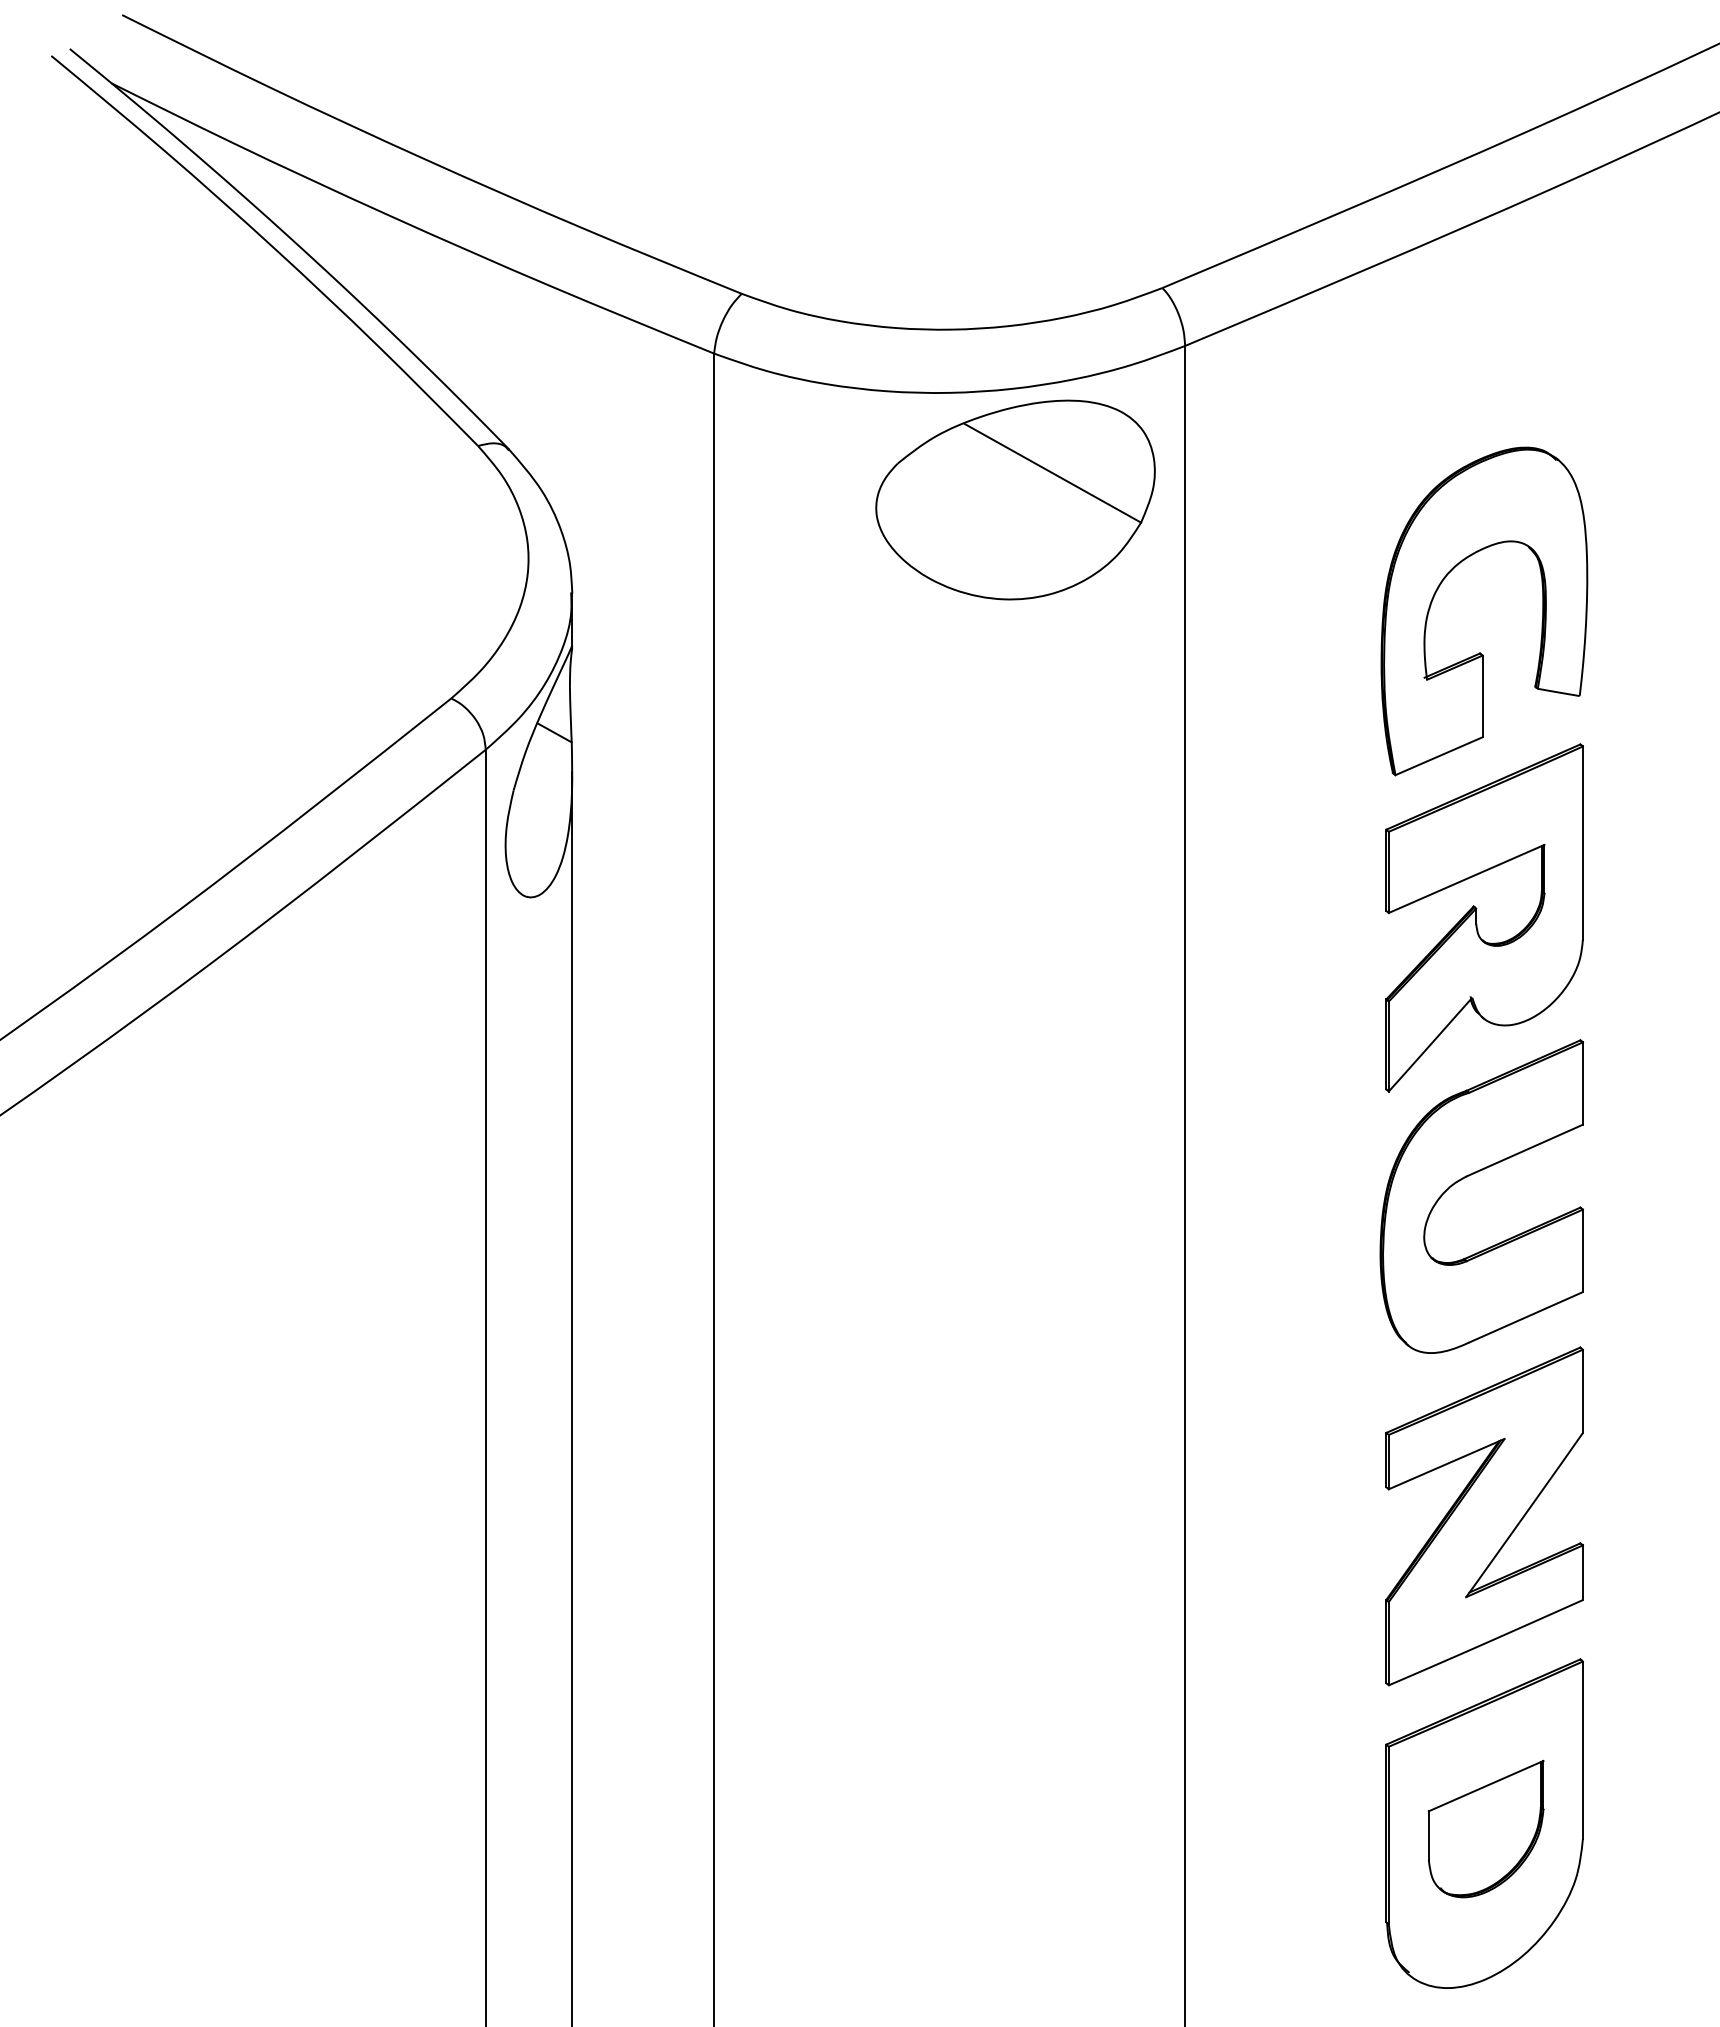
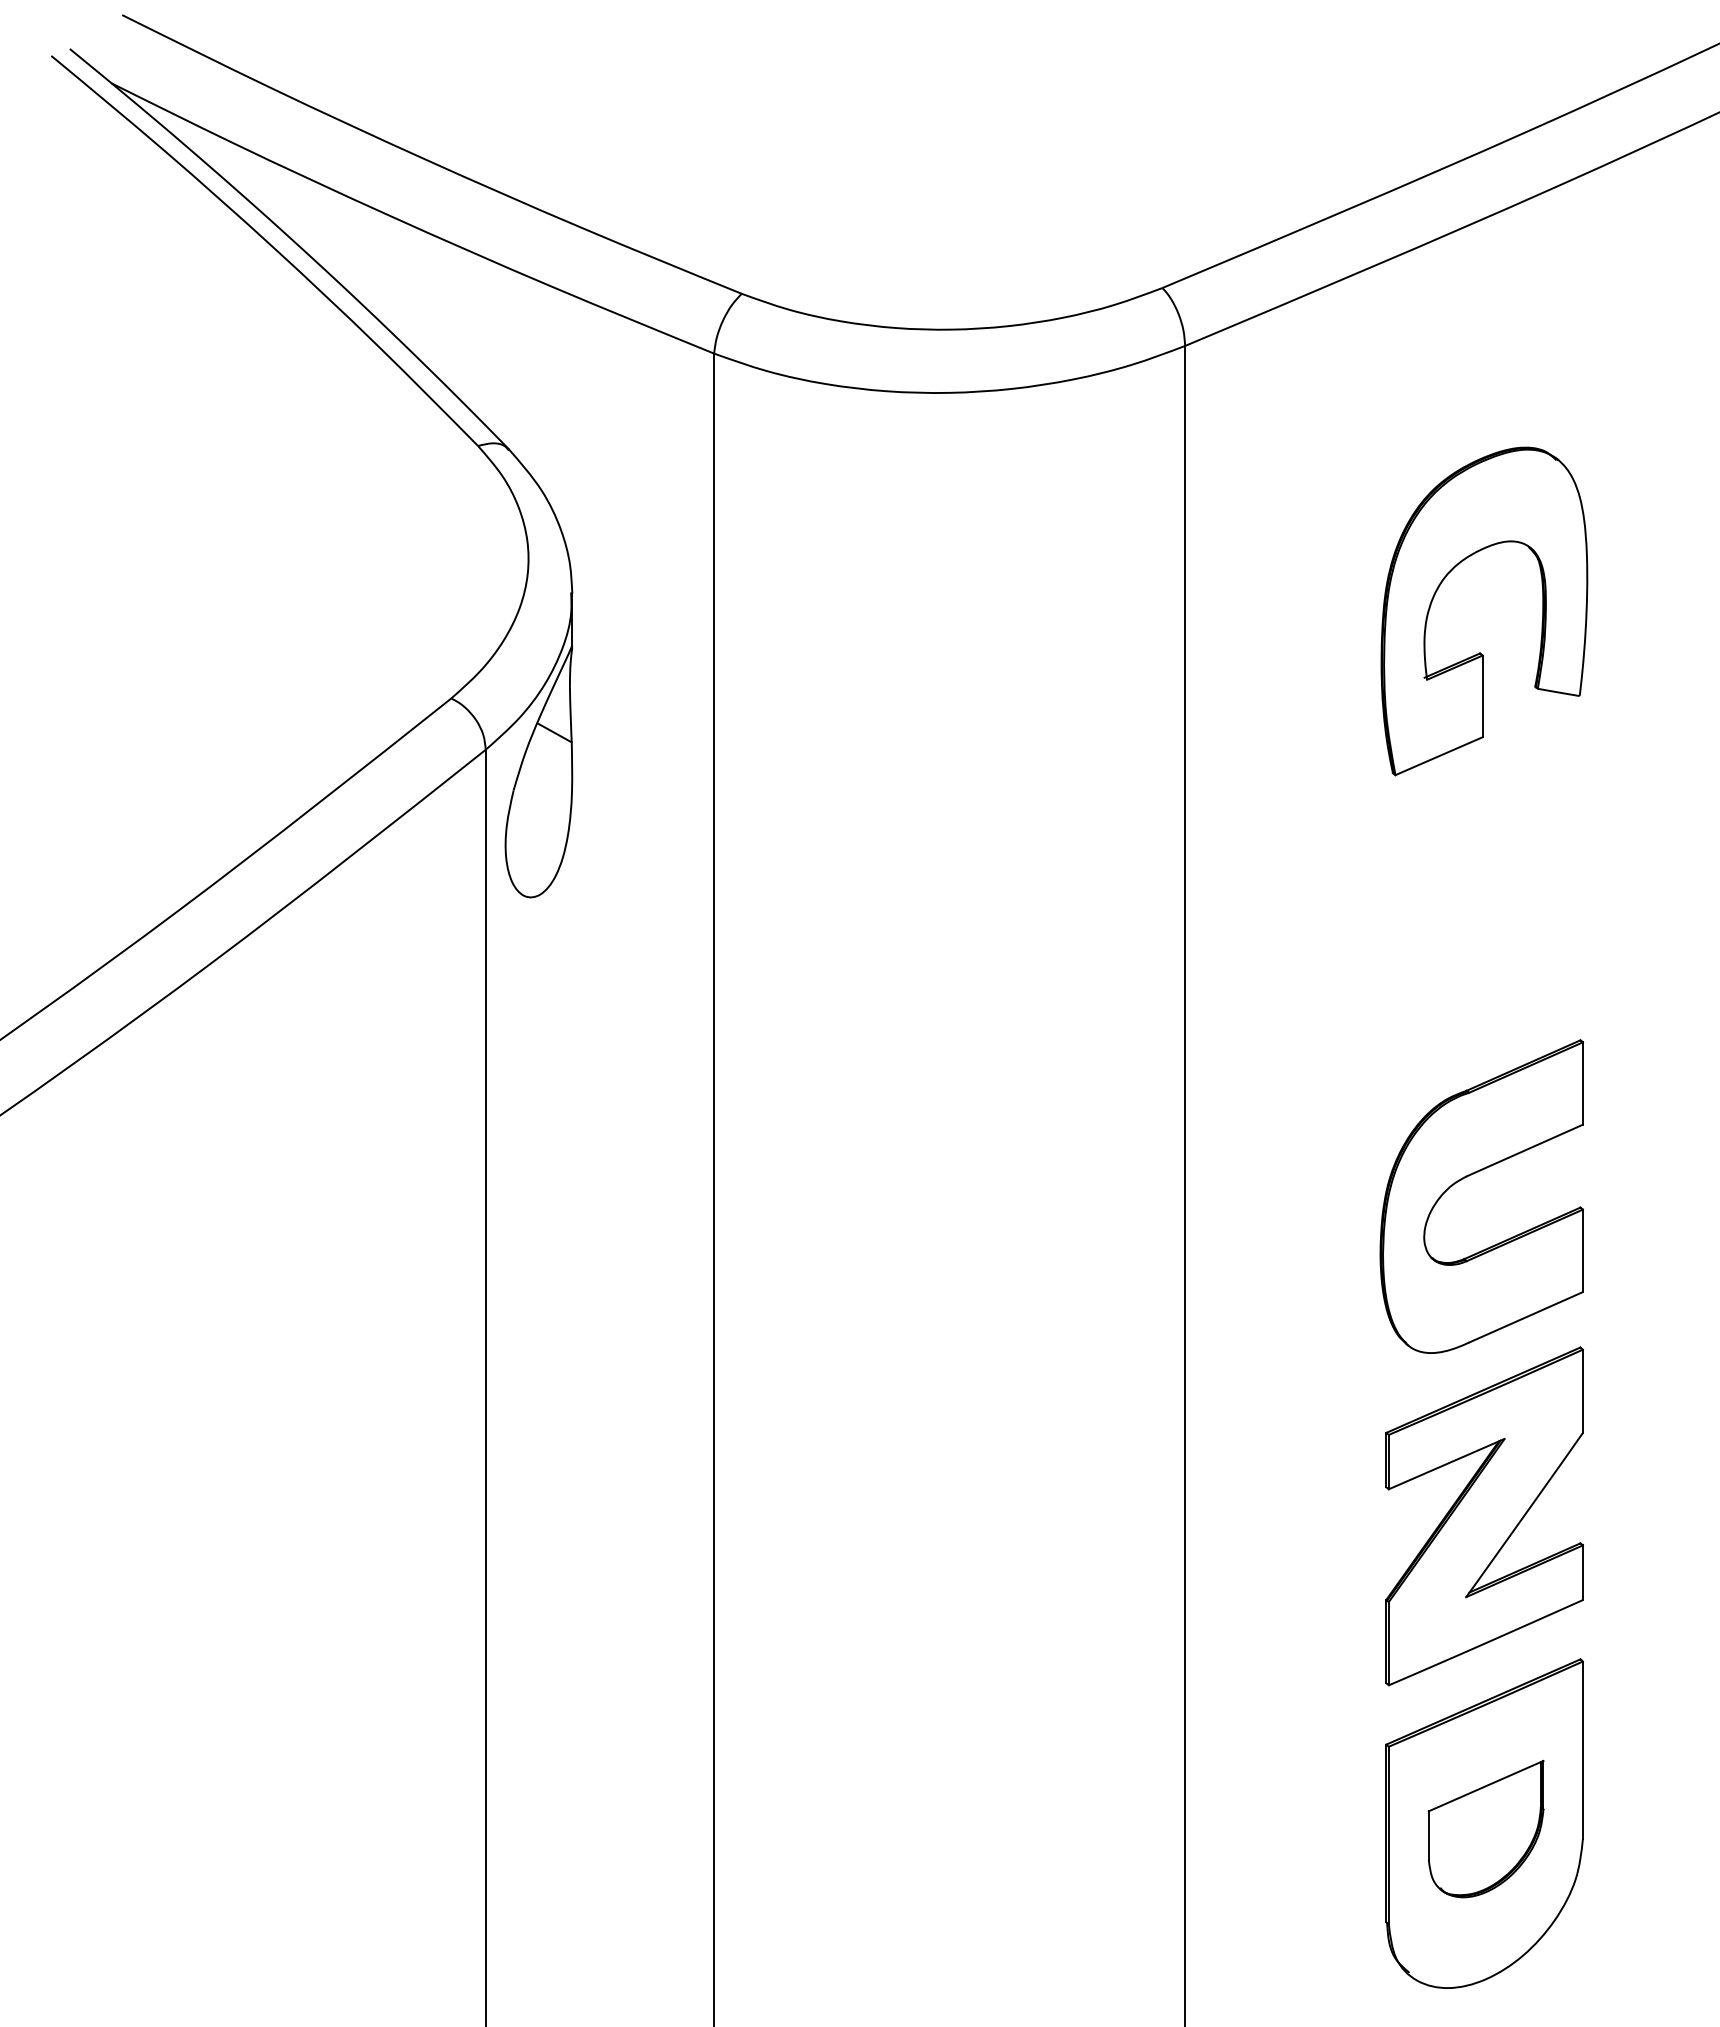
part at (1015, 499): present -> none
part at (1476, 917): present -> none
line at (572, 1397): present -> none
